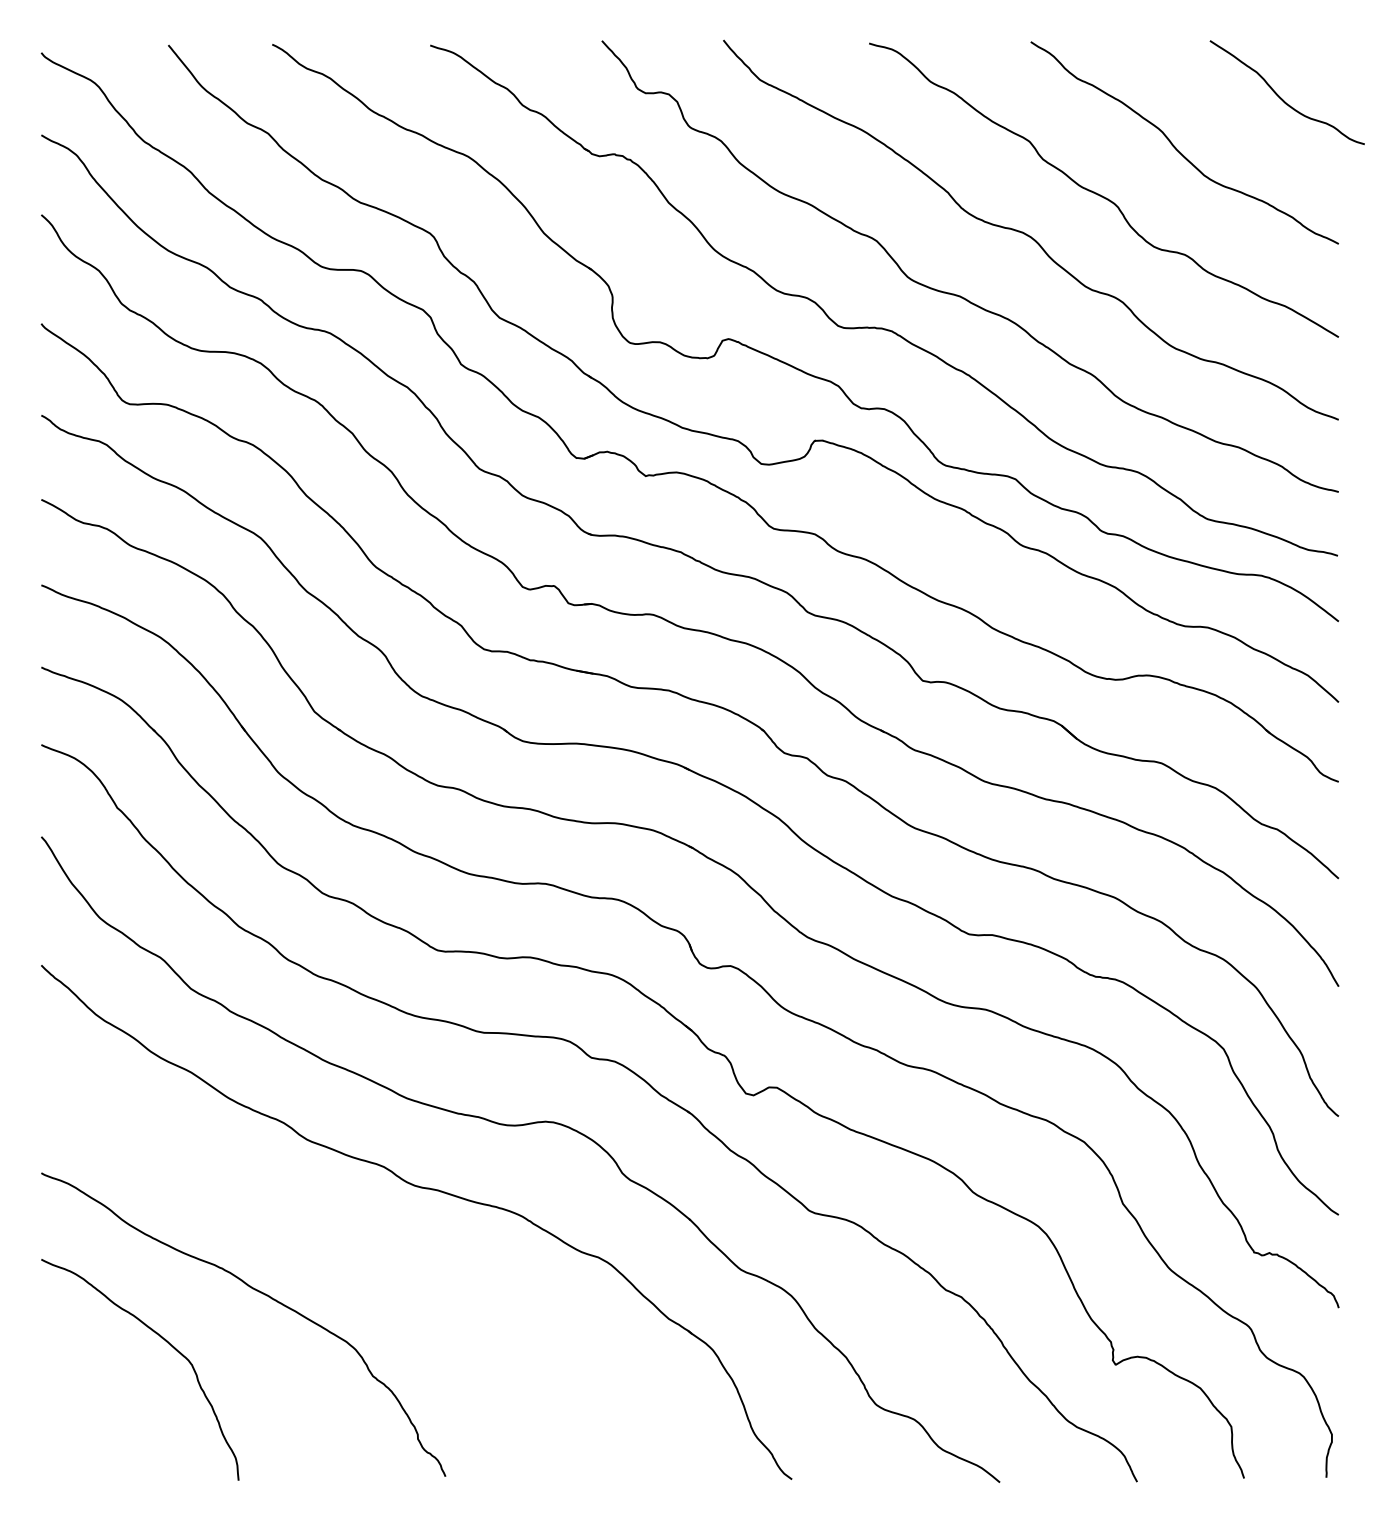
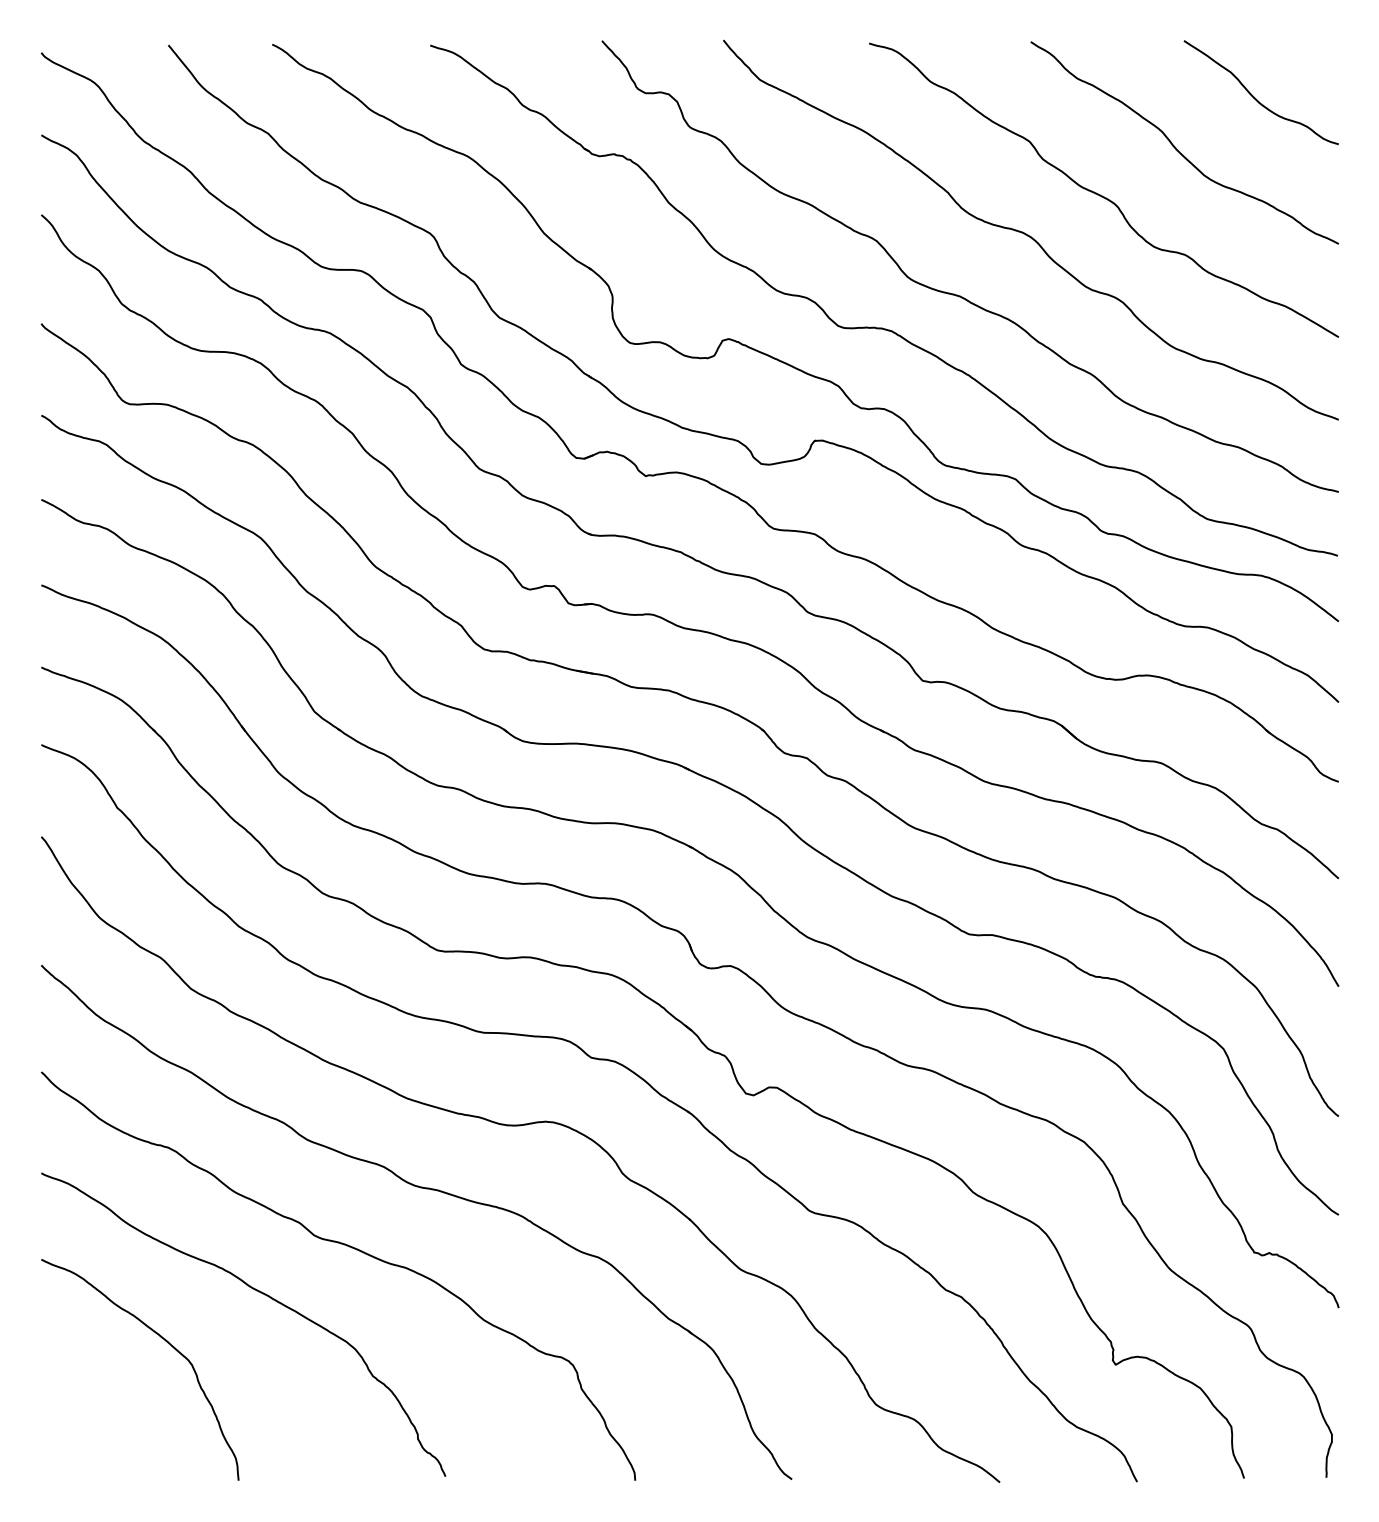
curve at (1281, 97) position: (1281, 97) -> (1255, 97)
curve at (351, 1248): none -> present
